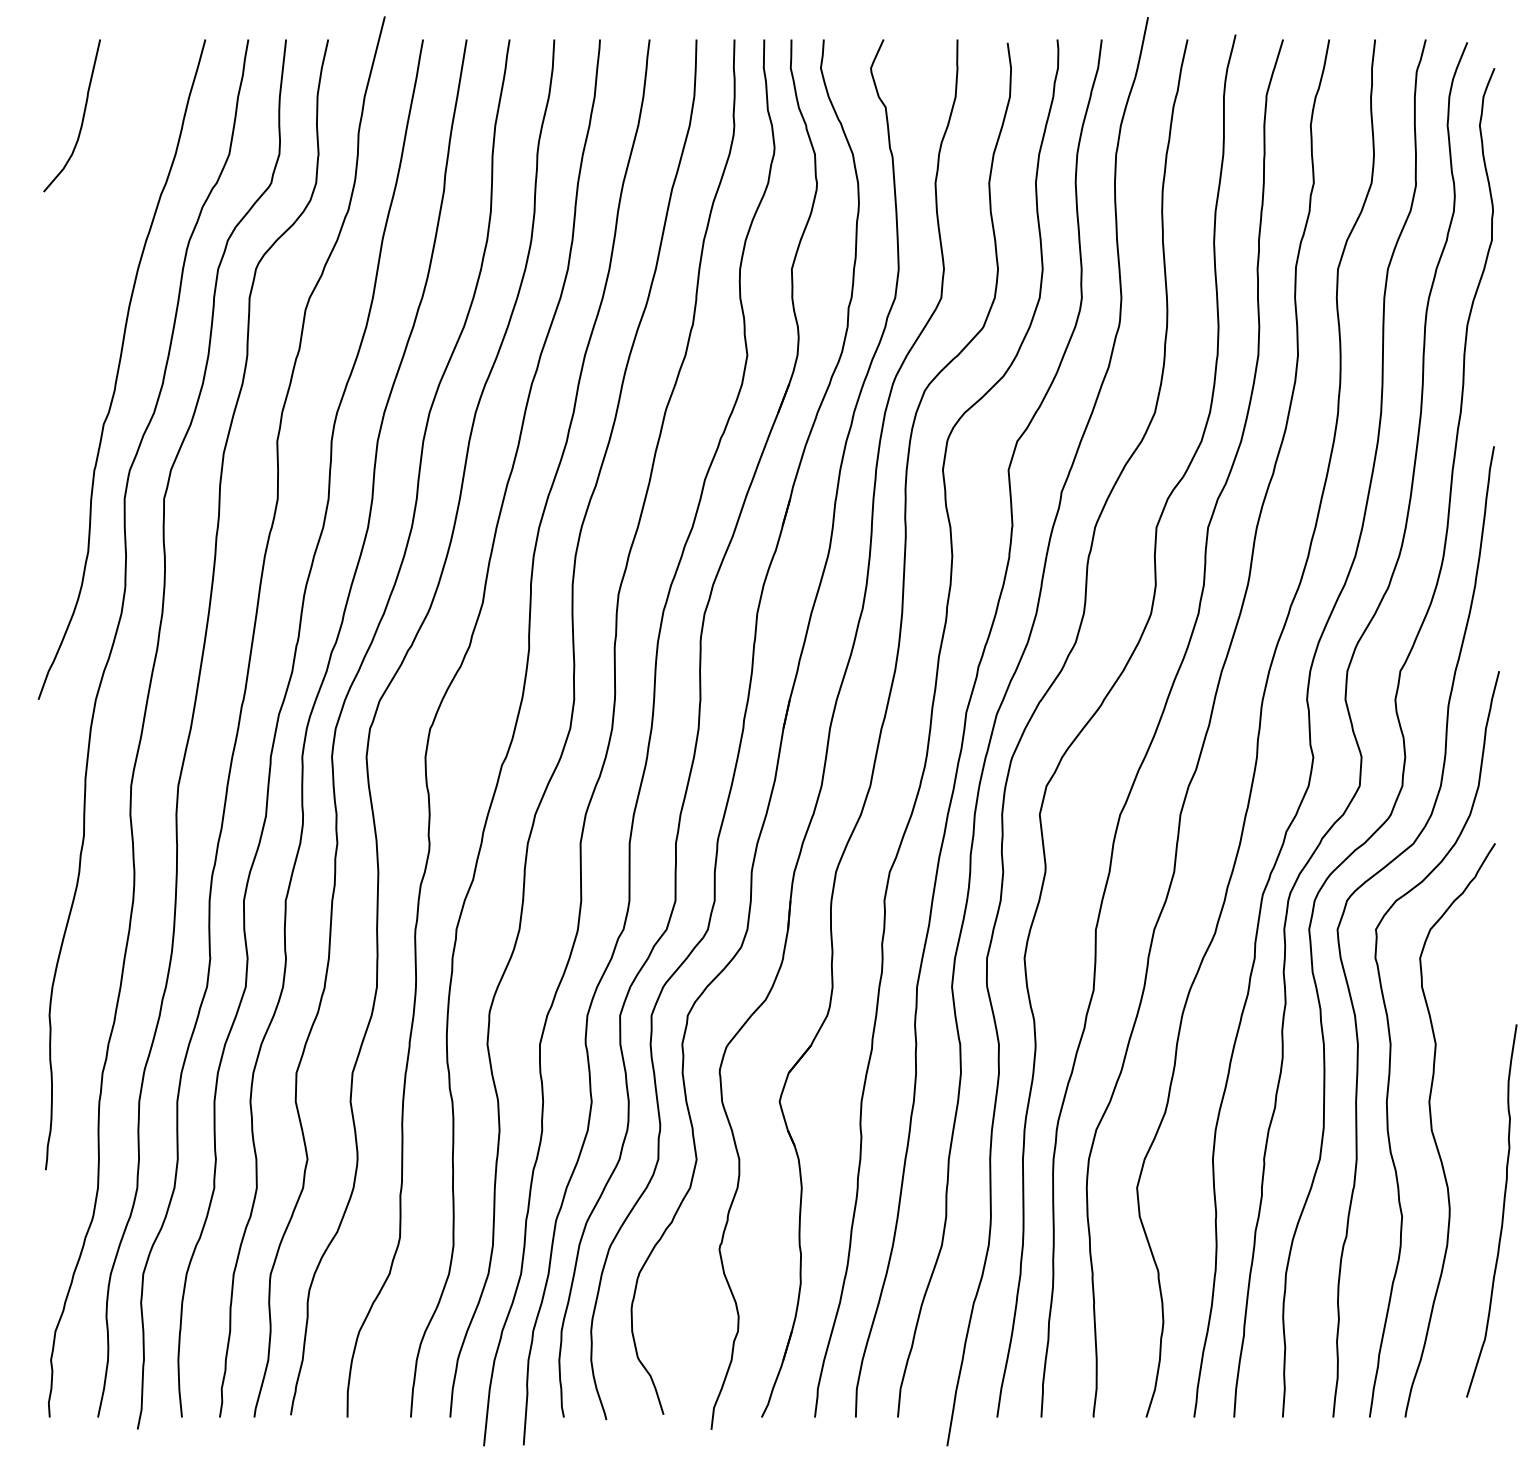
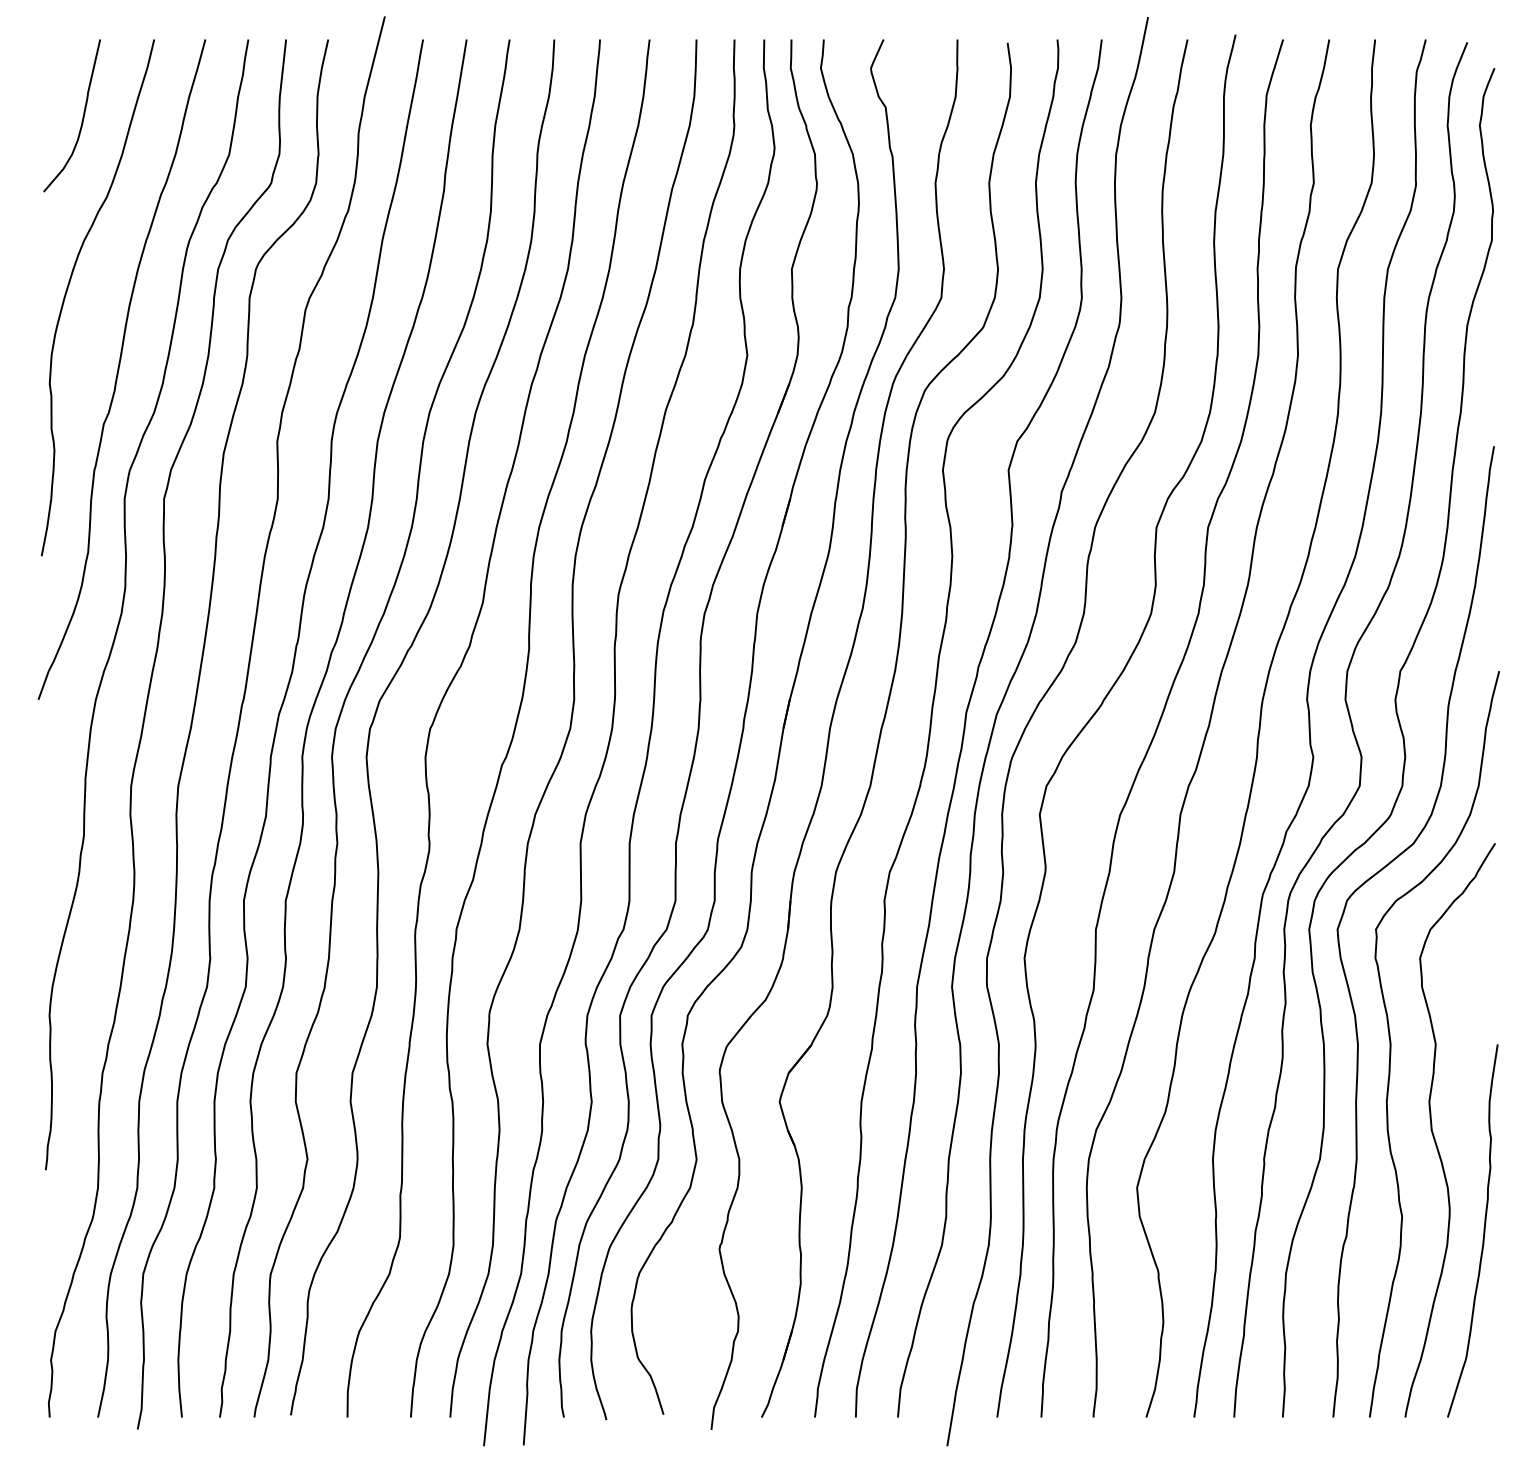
curve at (68, 288): none -> present
curve at (1502, 1210) position: (1502, 1210) -> (1483, 1230)
